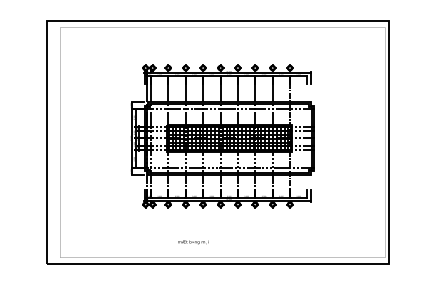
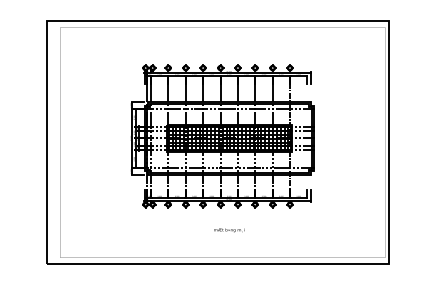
text at (193, 242) position: (193, 242) -> (229, 230)
